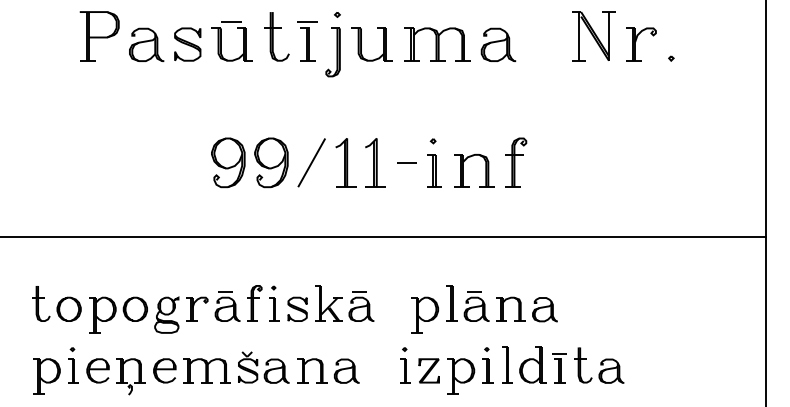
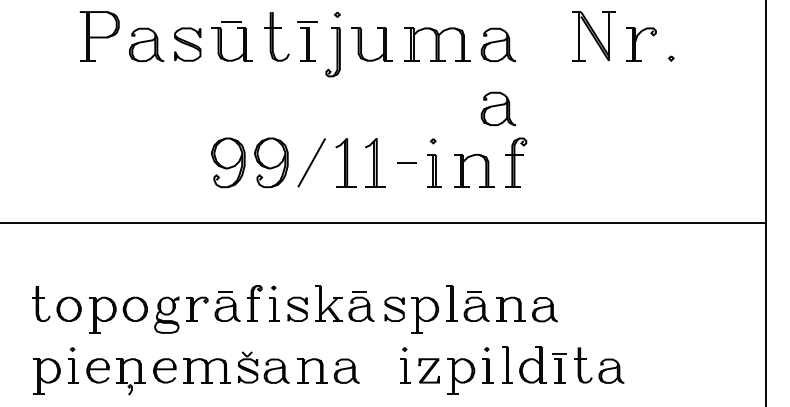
part at (498, 108): none -> present
line at (384, 236) position: (384, 236) -> (384, 222)
part at (394, 308): none -> present
